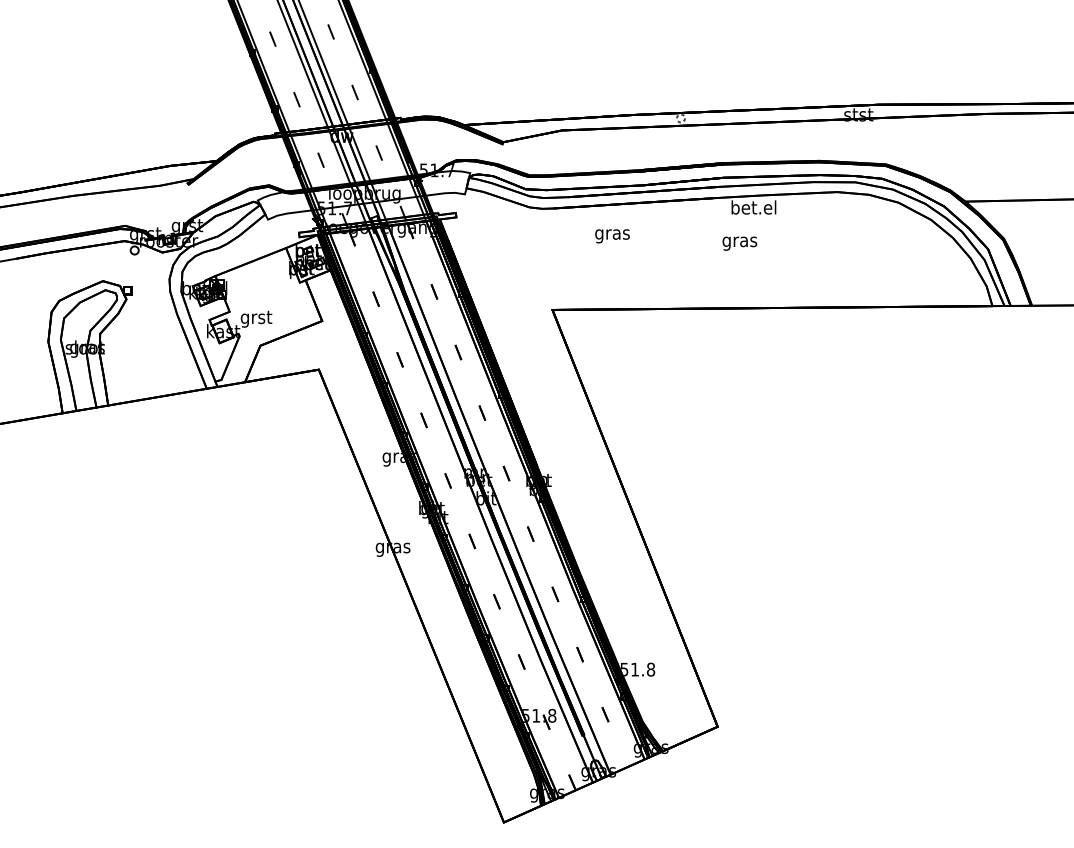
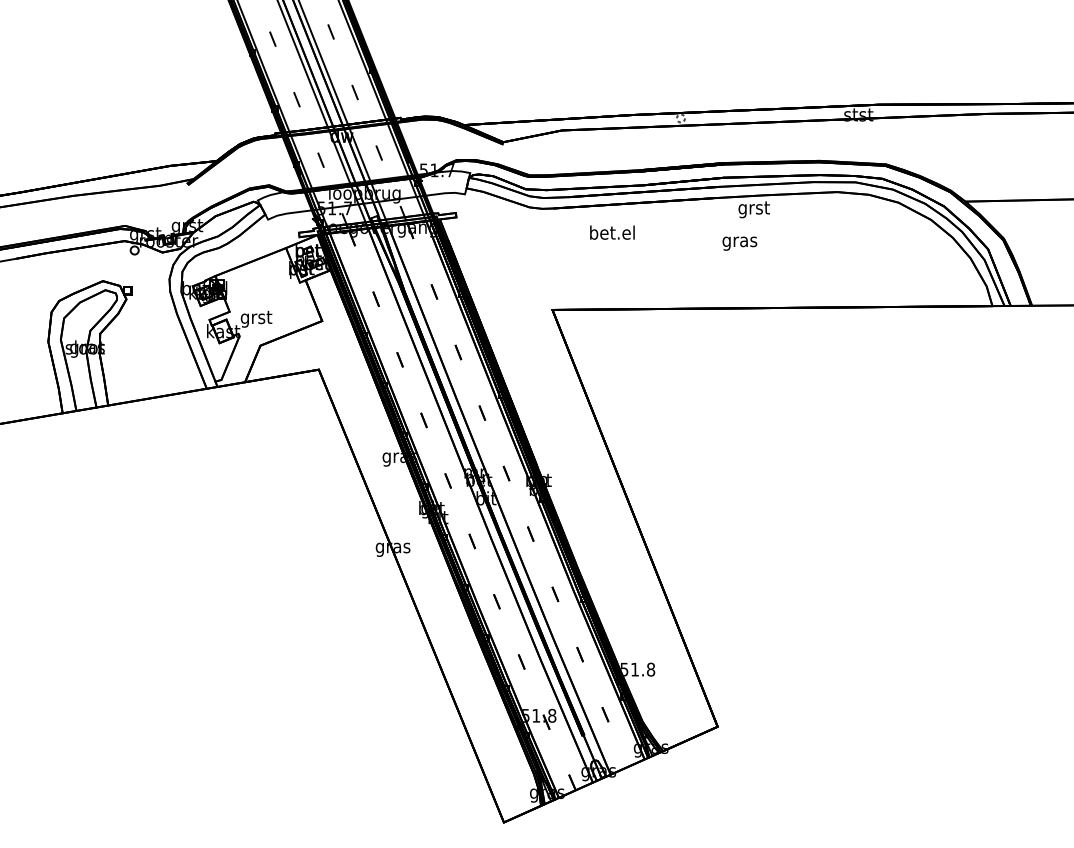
text at (753, 209): bet.el -> grst
text at (612, 234): gras -> bet.el
